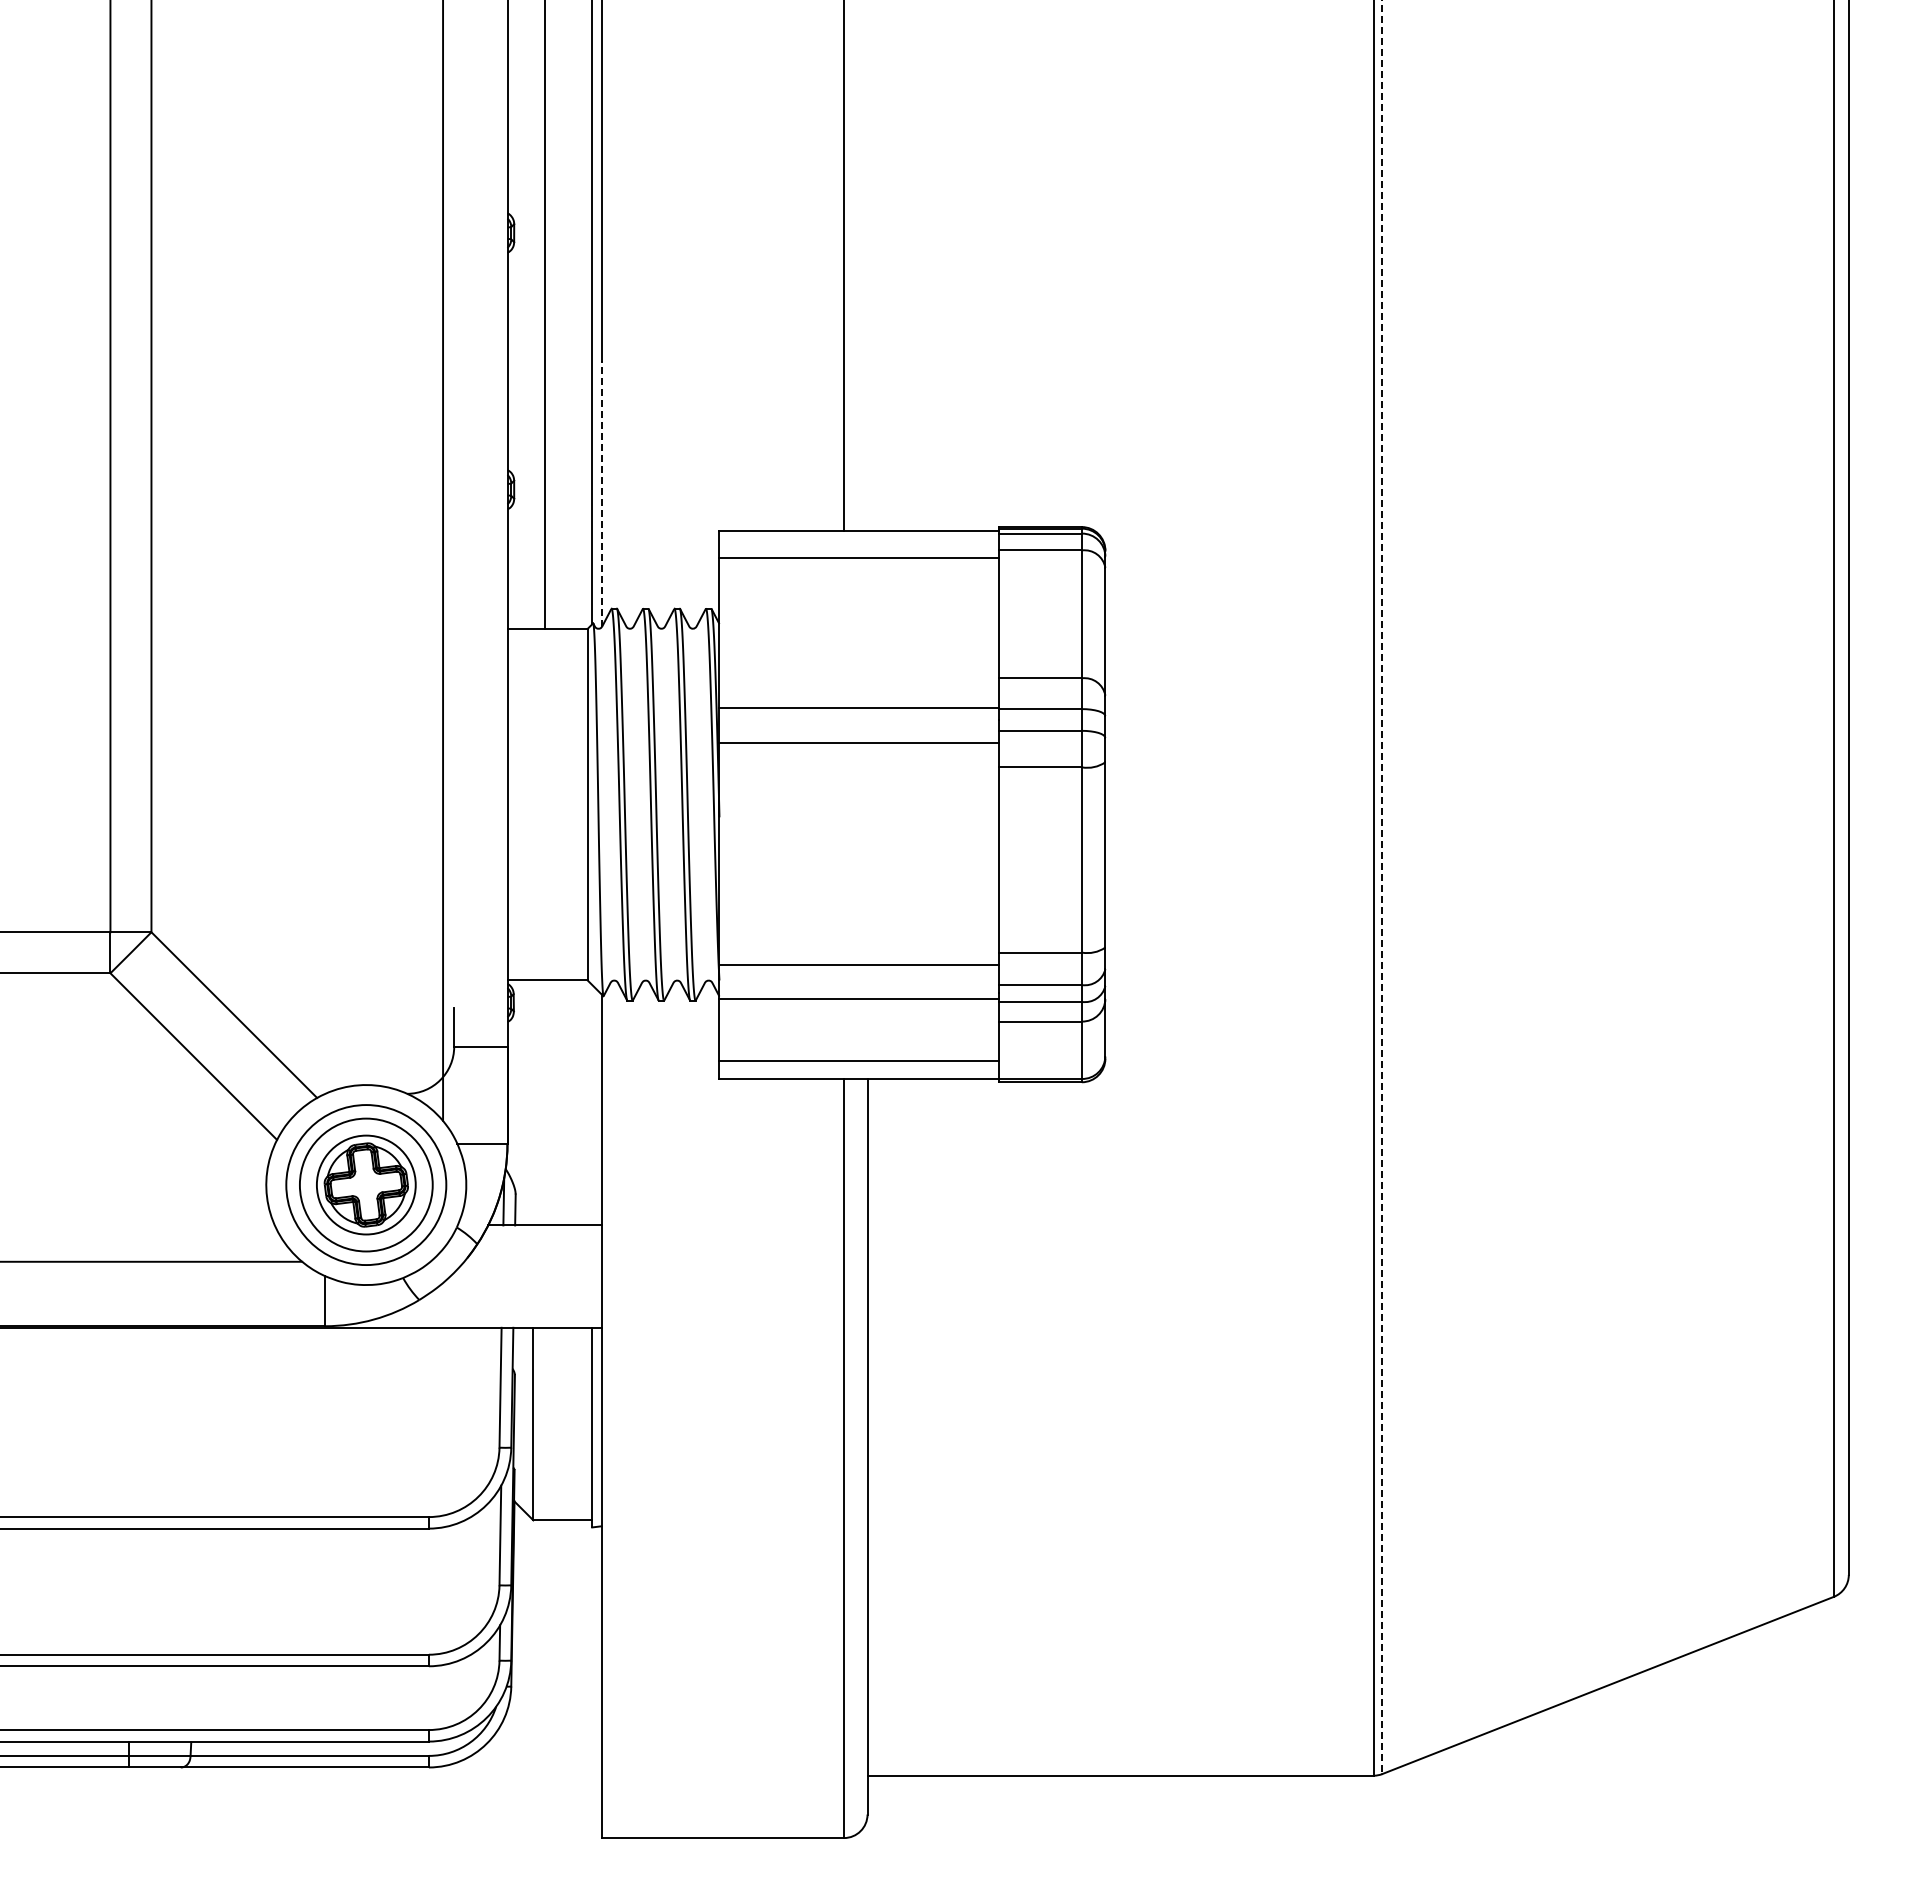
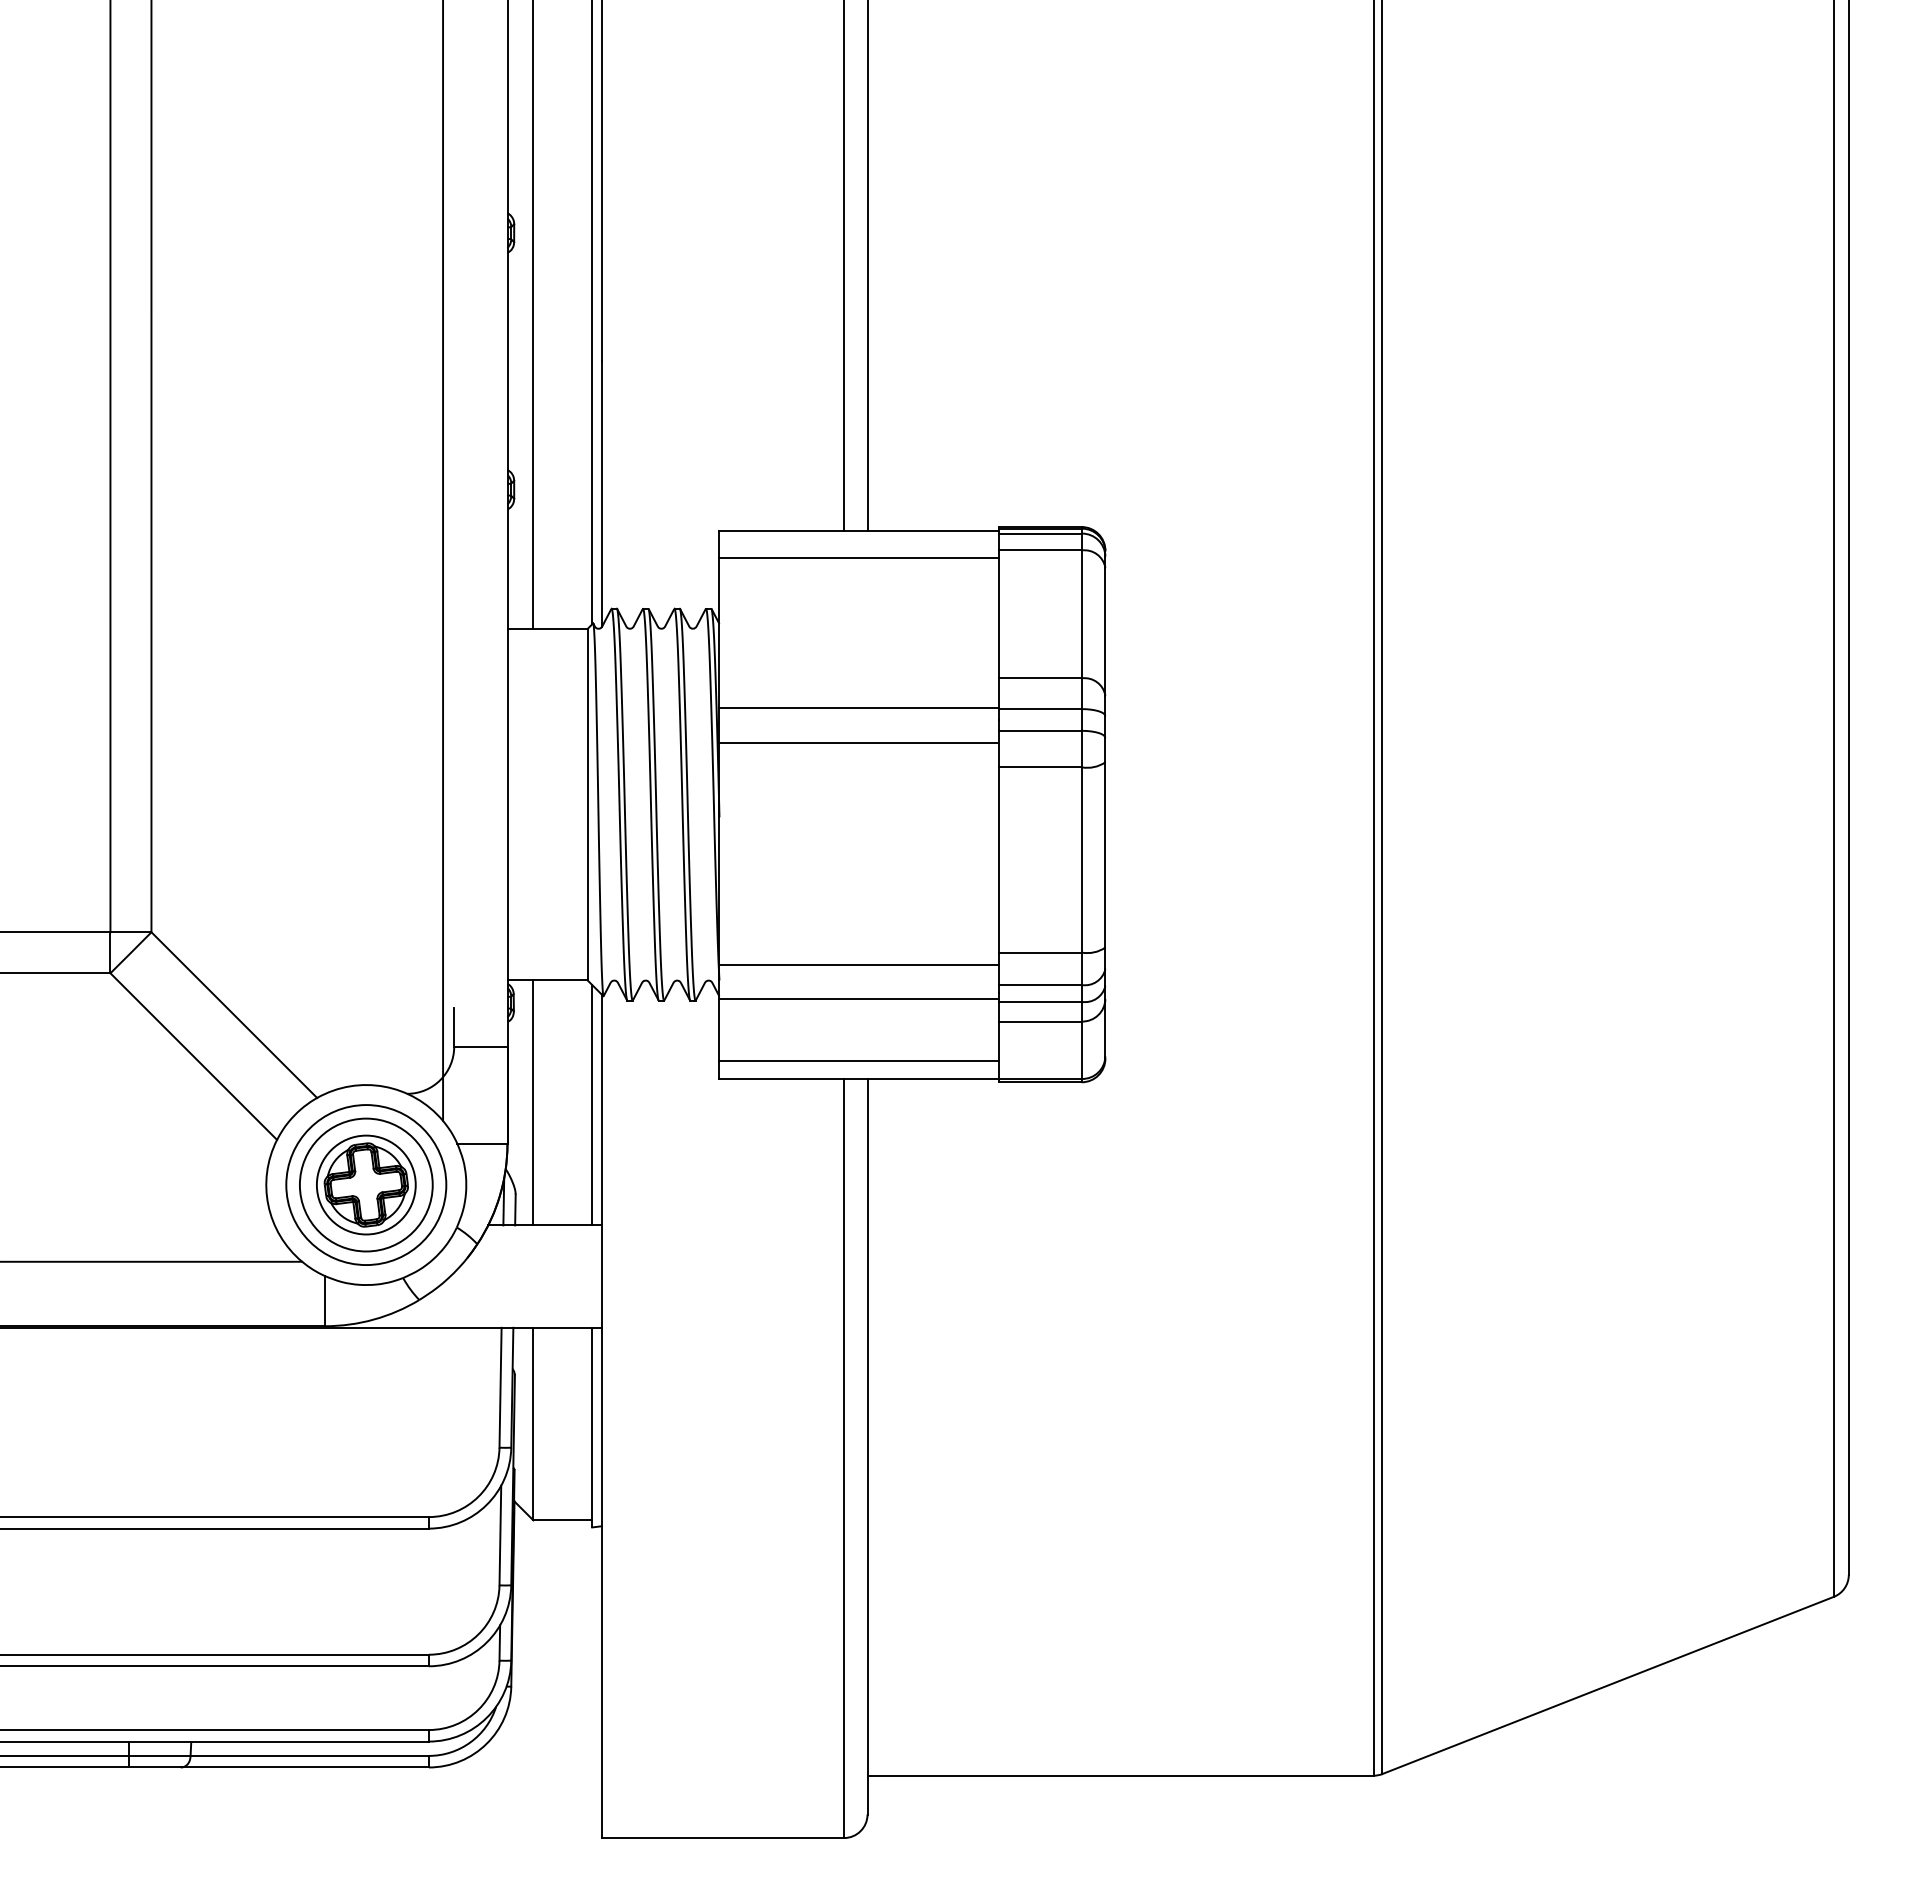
line at (867, 266): none -> present
line at (545, 315) position: (545, 315) -> (533, 315)
line at (601, 494): dashed -> solid
line at (1382, 887): dashed -> solid
line at (533, 1102): none -> present
line at (592, 1104): none -> present
